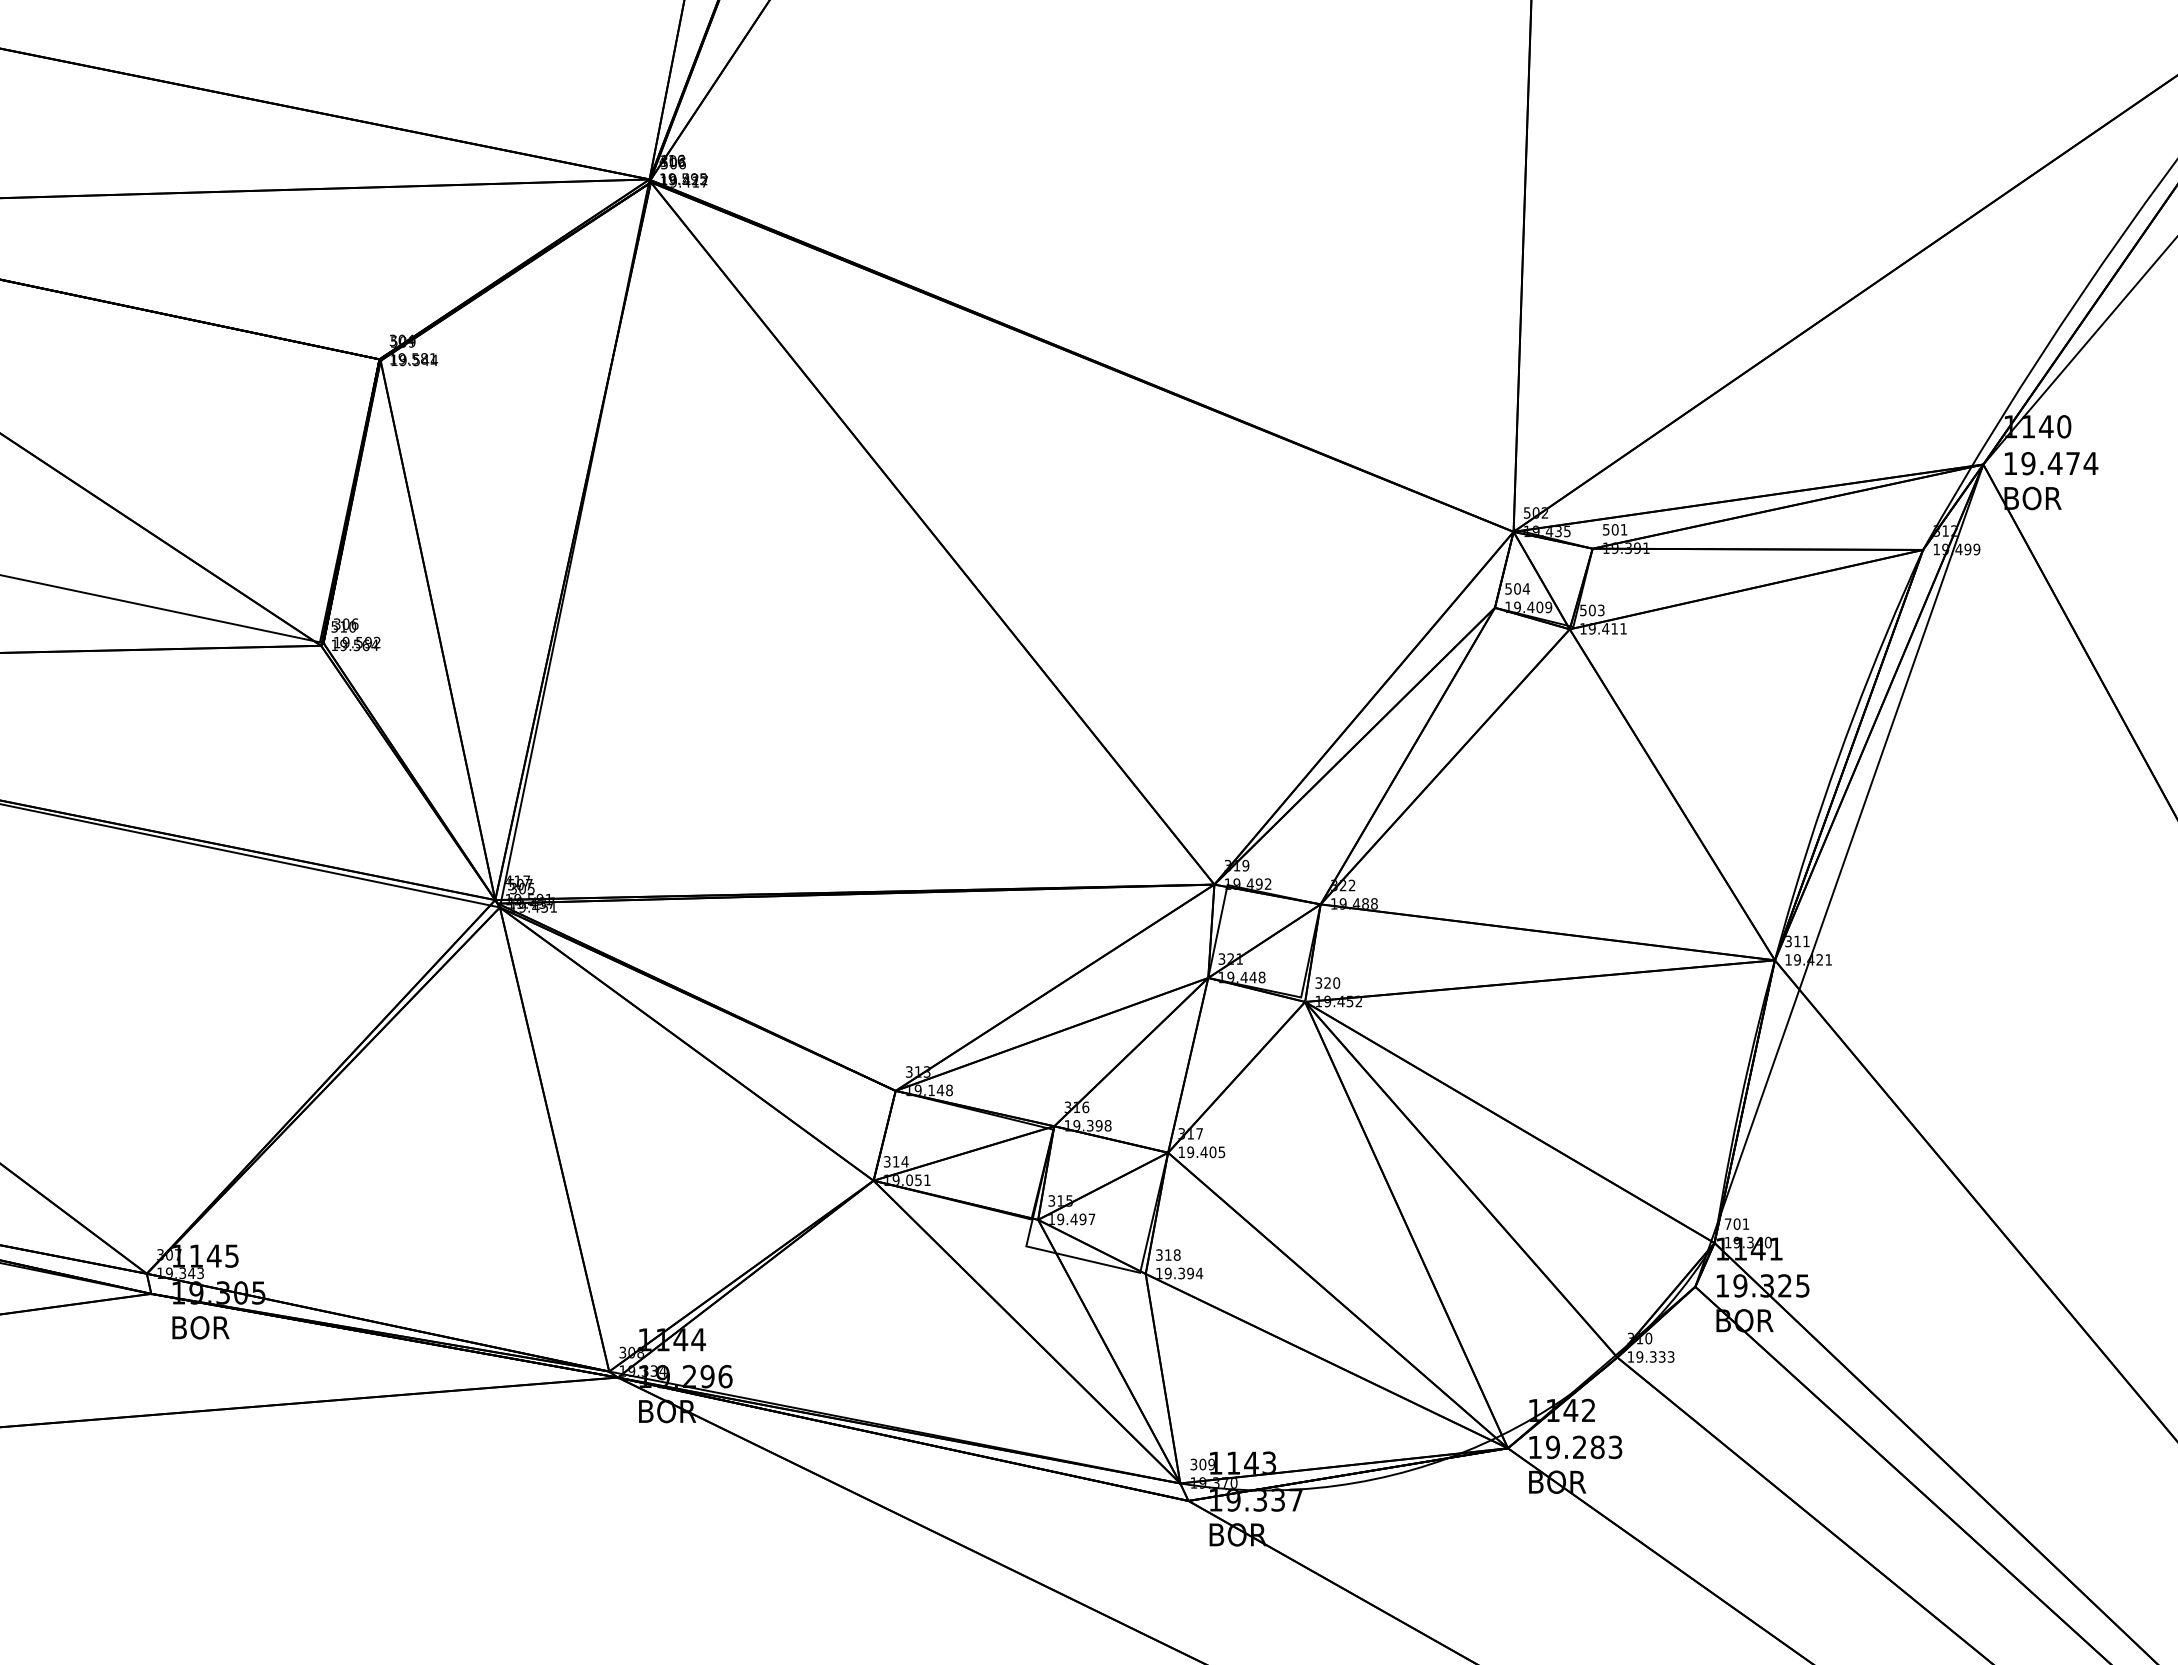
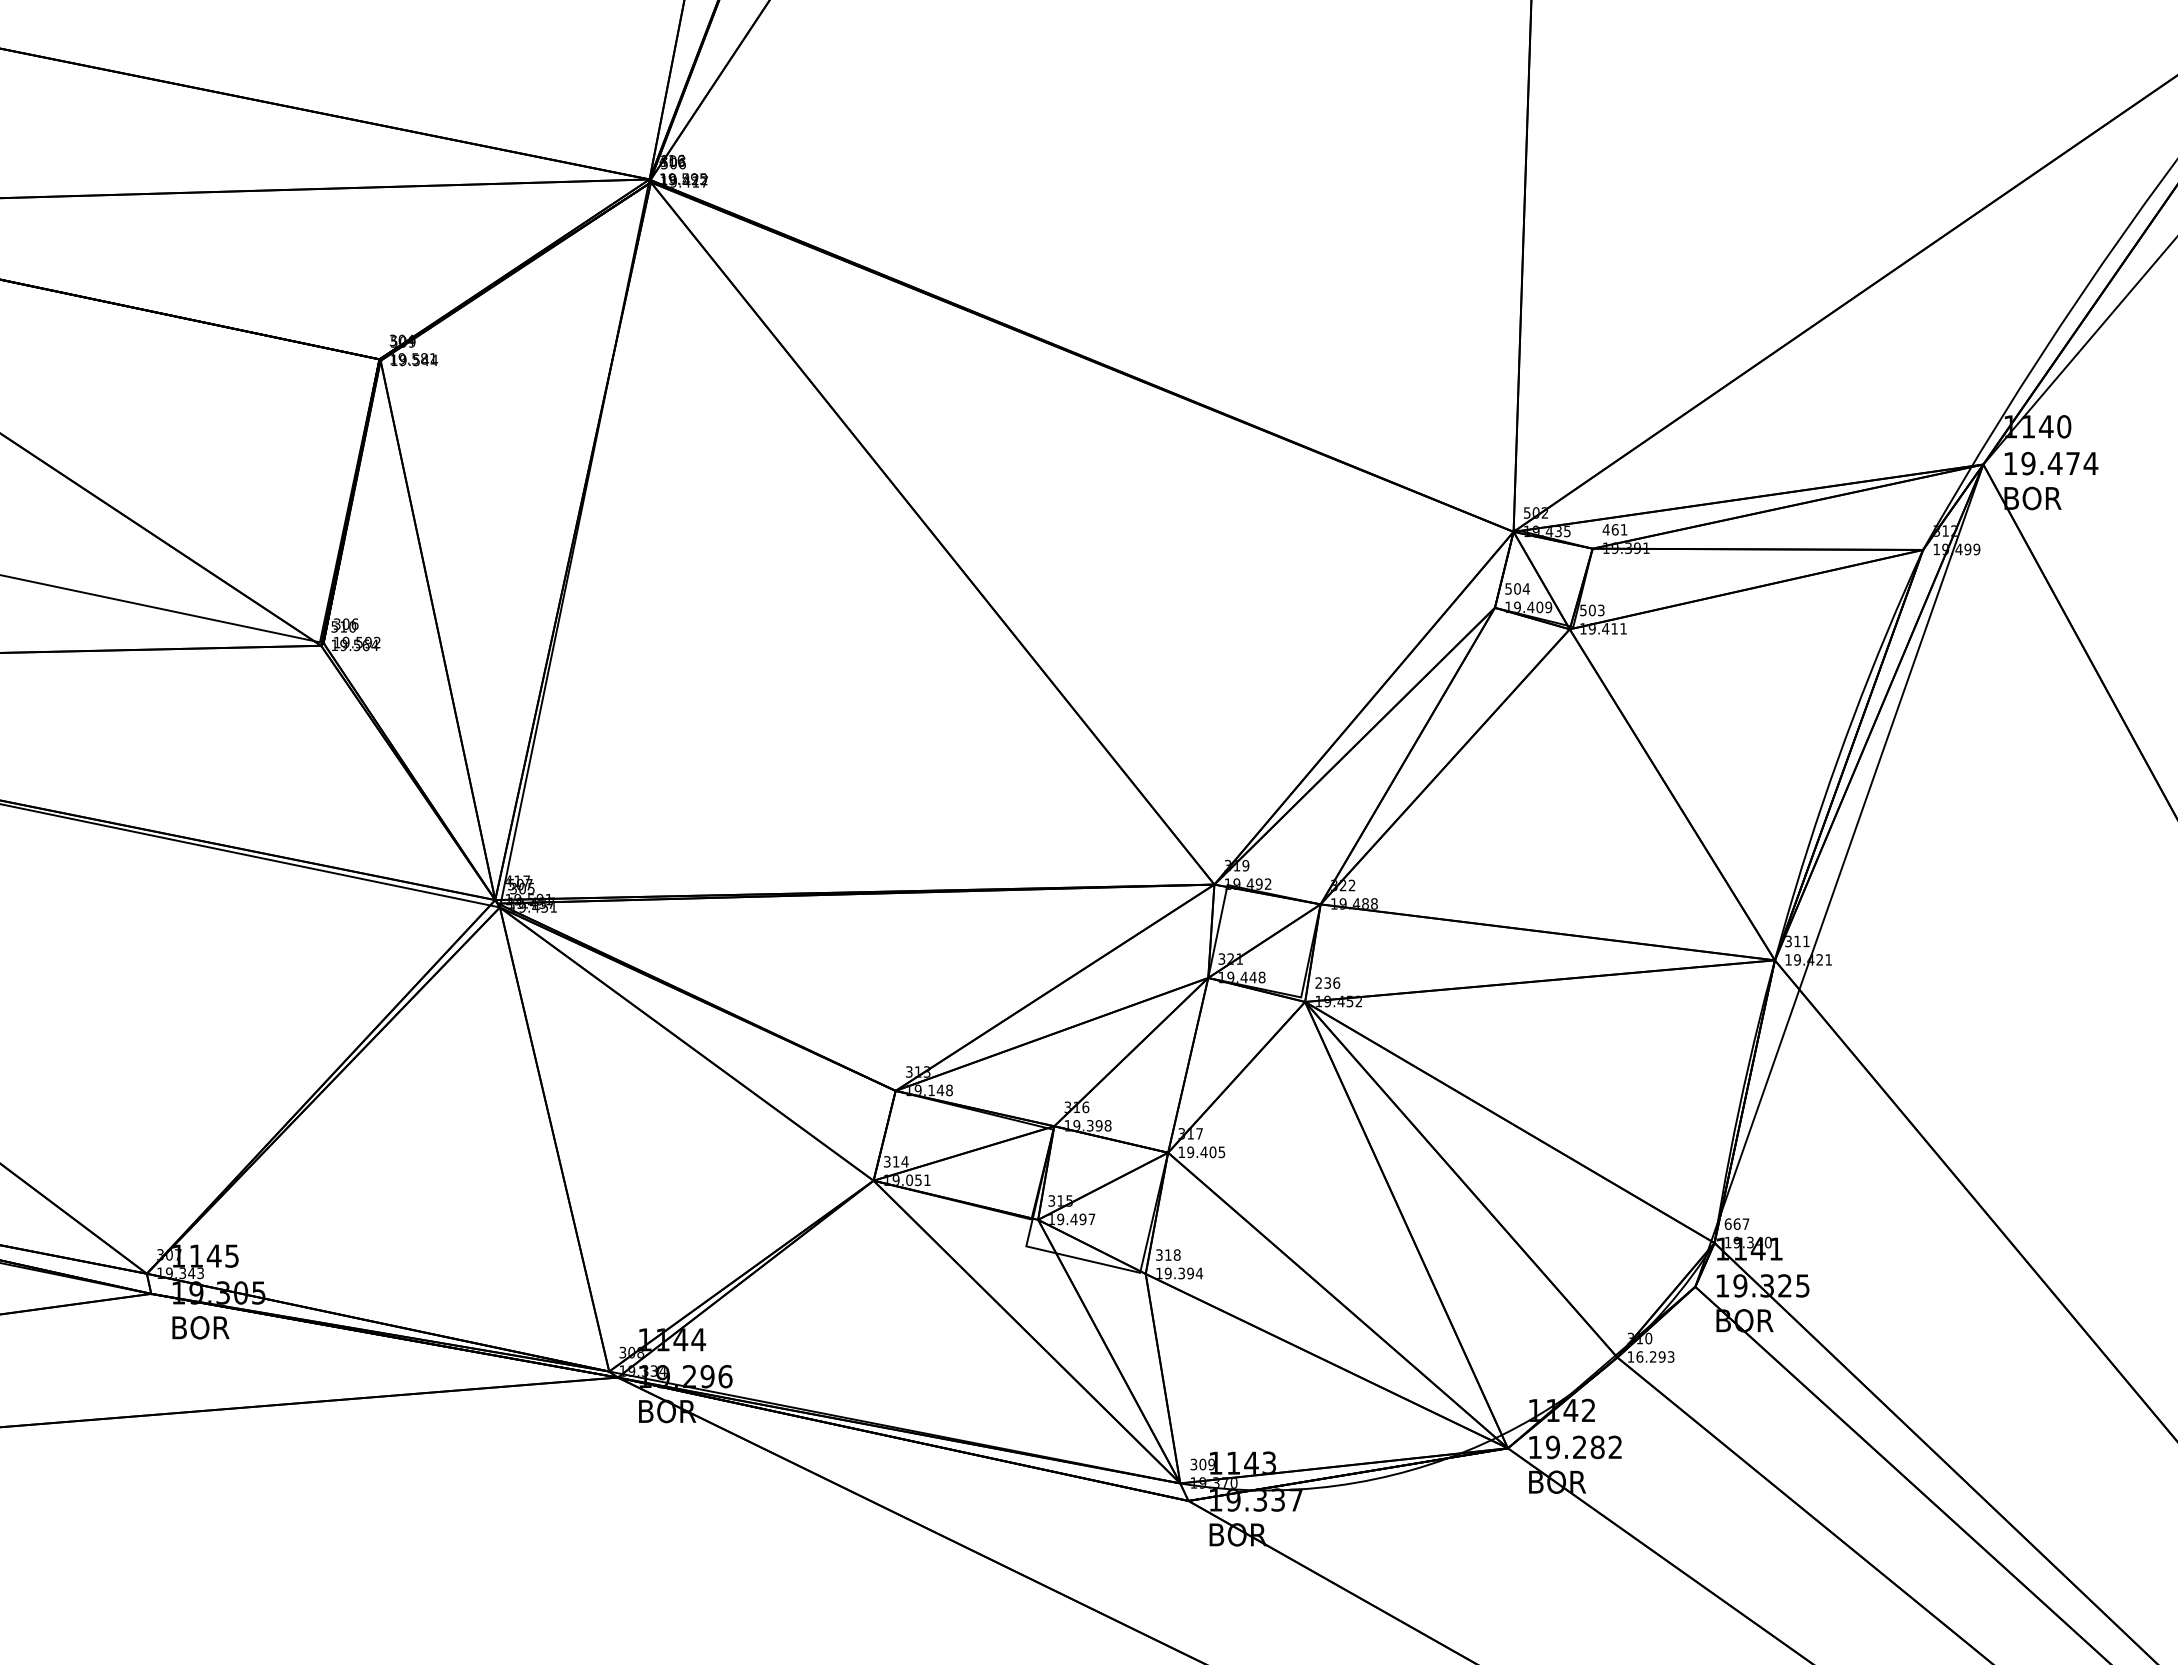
text at (1610, 529): 501 -> 461
text at (1327, 982): 320 -> 236
text at (1736, 1223): 701 -> 667
text at (1650, 1356): 19.333 -> 16.293
text at (1615, 1447): 19.283 -> 19.282
